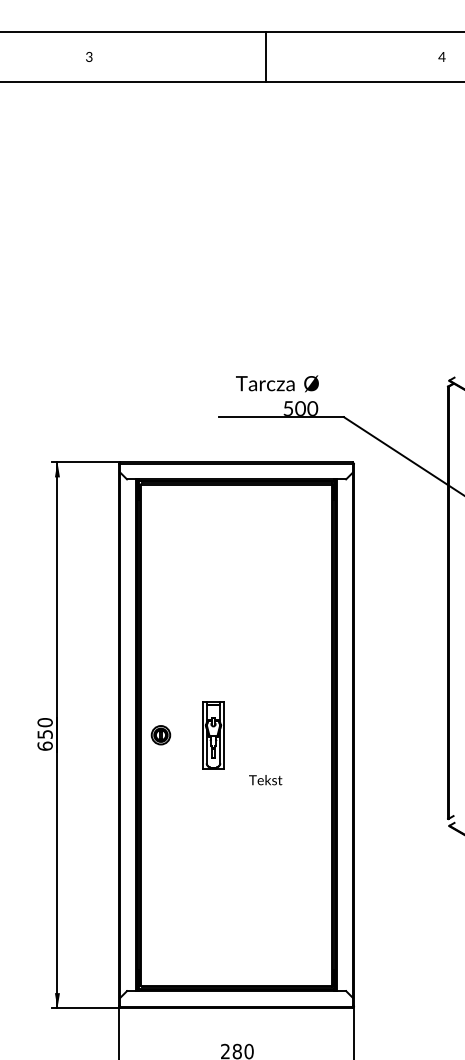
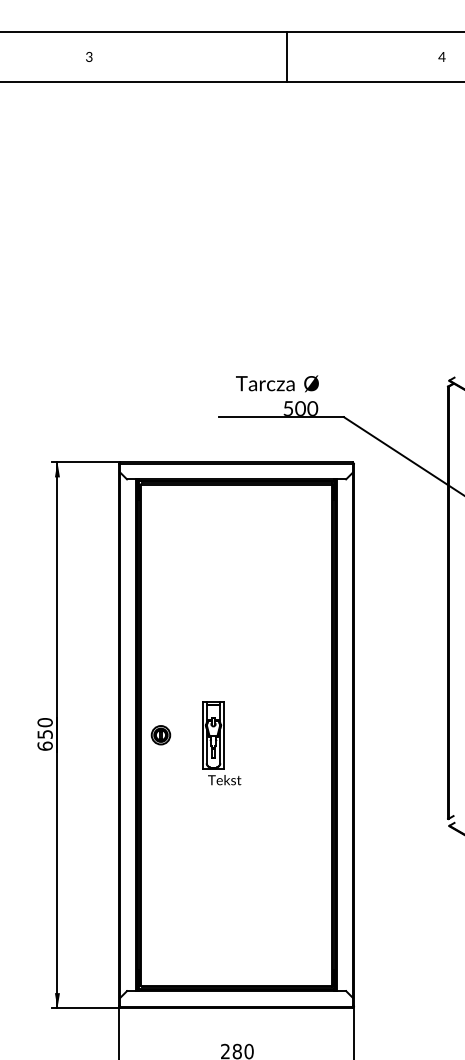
line at (265, 56) position: (265, 56) -> (286, 56)
text at (265, 780) position: (265, 780) -> (224, 780)
